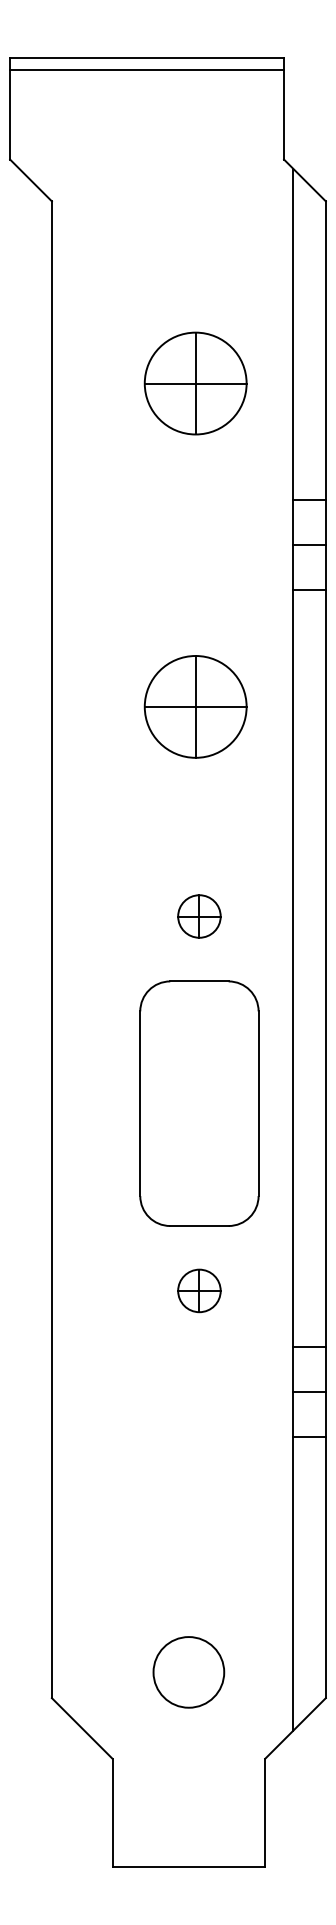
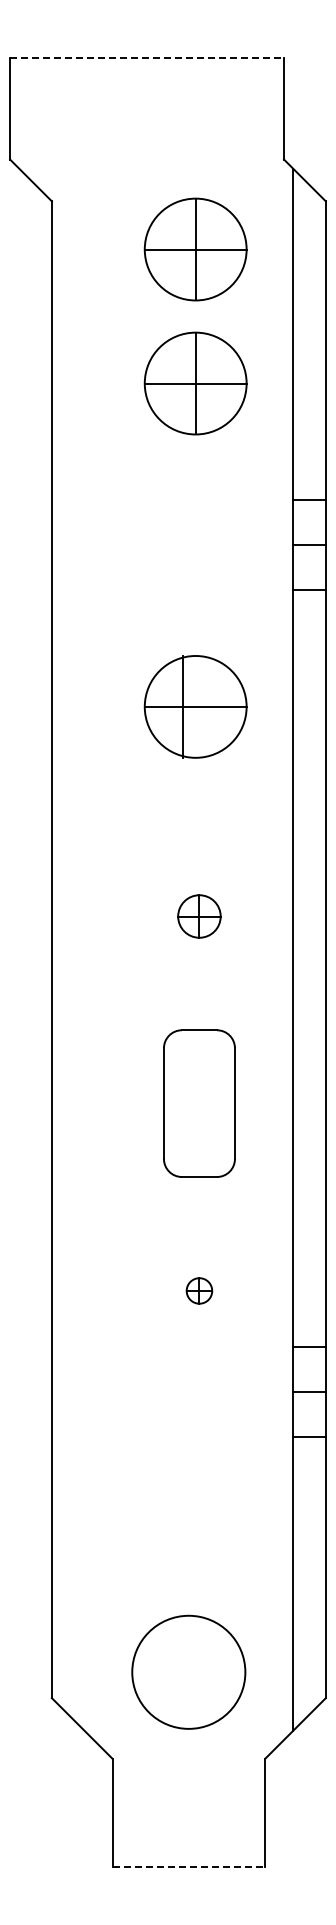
line at (147, 57): solid -> dashed
line at (147, 69): present -> none
part at (195, 249): none -> present
line at (195, 706) position: (195, 706) -> (182, 706)
part at (199, 1103) size: 121x247 px -> 73x149 px
part at (199, 1290) size: 45x46 px -> 29x28 px
circle at (188, 1672) size: 74x73 px -> 116x116 px
line at (189, 1867): solid -> dashed
